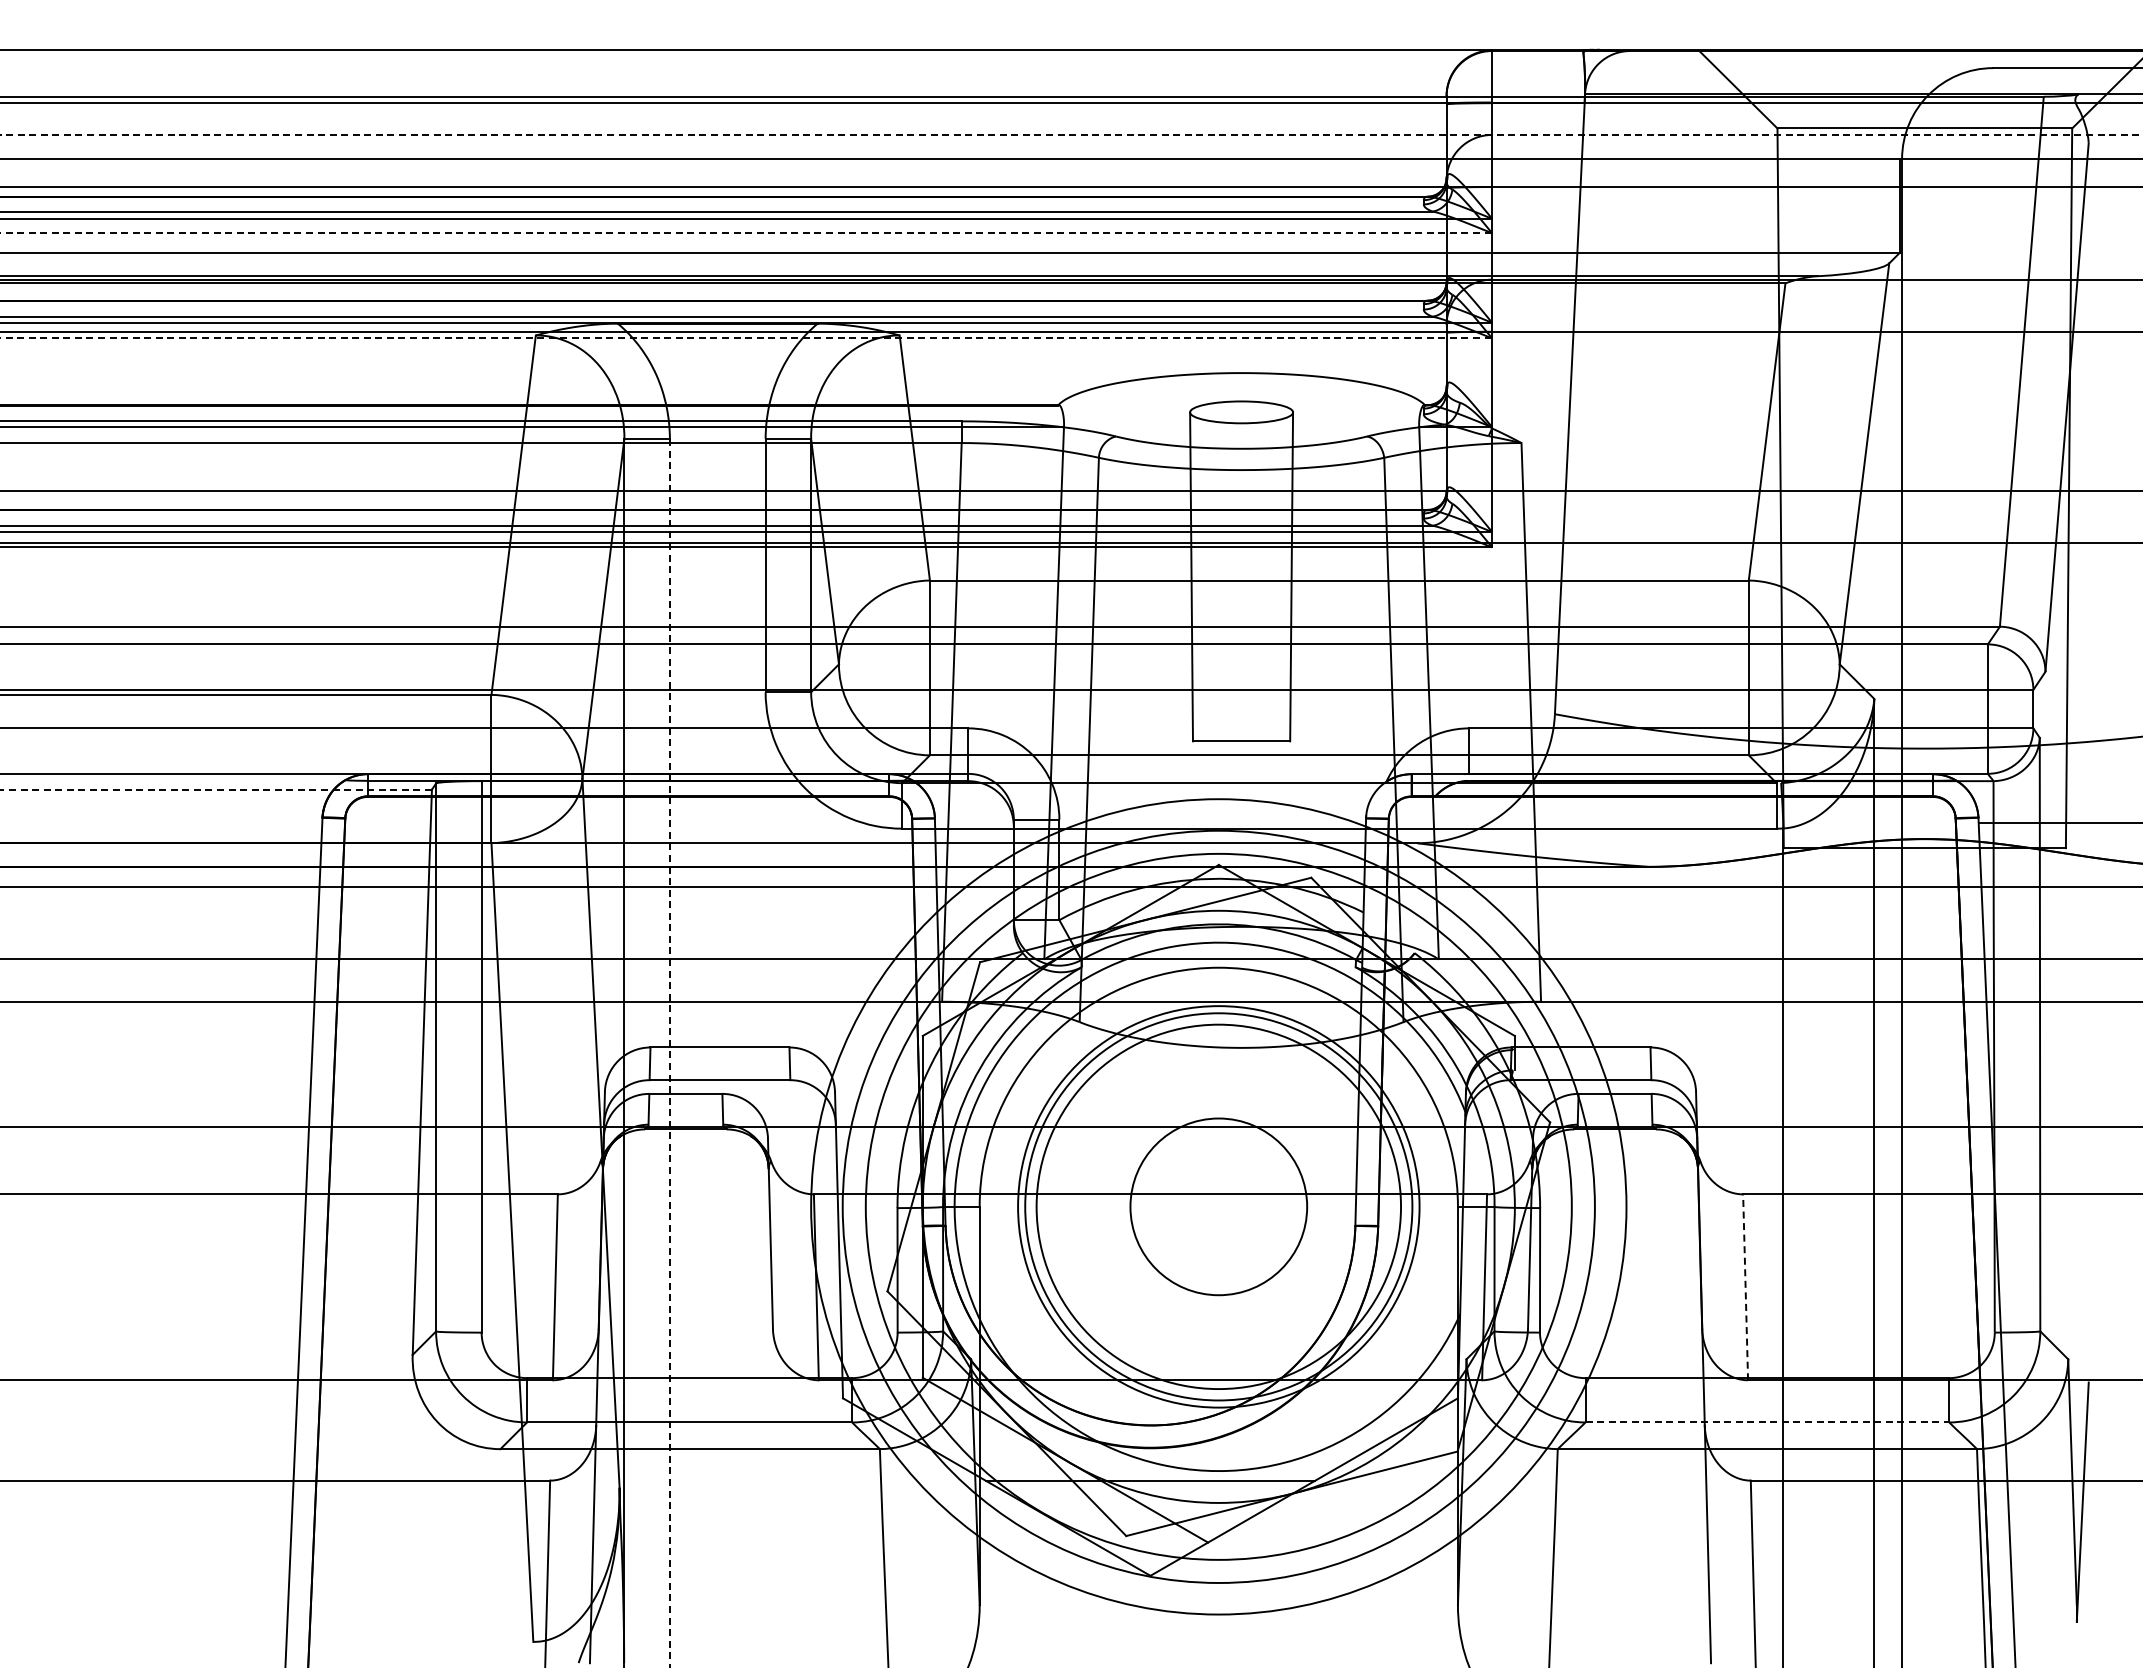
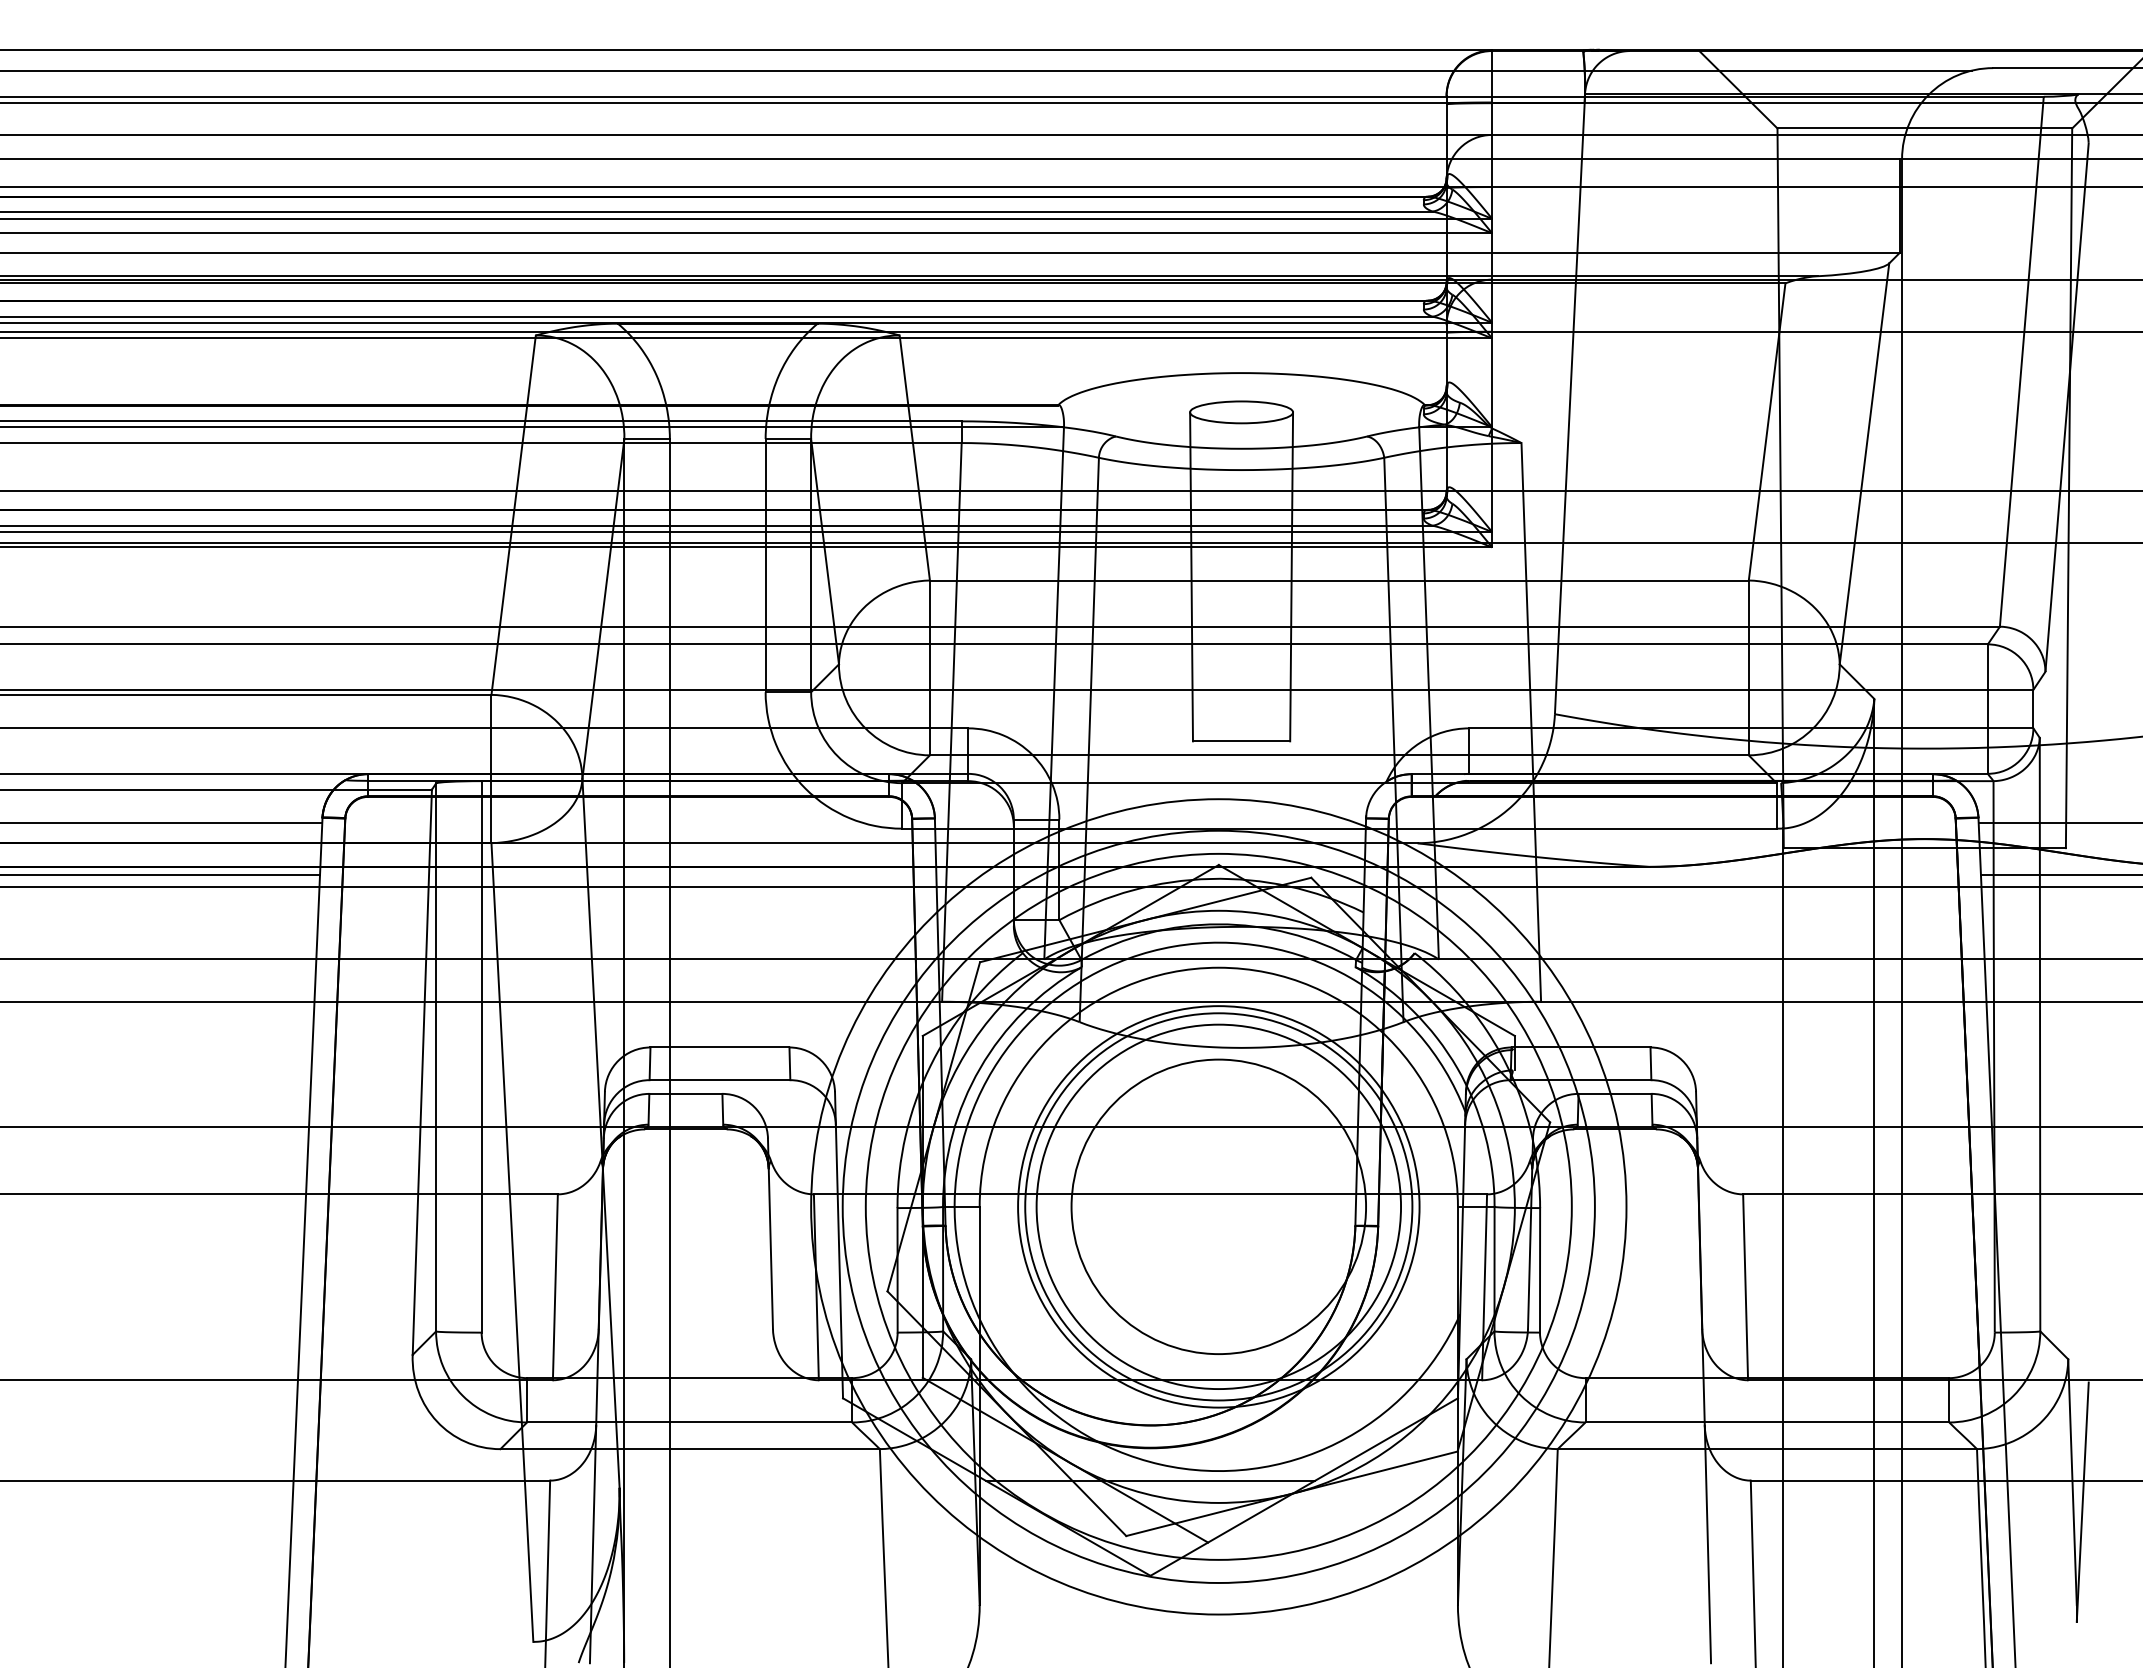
line at (987, 70): none -> present
line at (1071, 134): dashed -> solid
line at (746, 233): dashed -> solid
line at (746, 338): dashed -> solid
line at (216, 789): dashed -> solid
line at (162, 823): none -> present
line at (161, 875): none -> present
line at (2059, 875): none -> present
line at (669, 1053): dashed -> solid
circle at (1218, 1206) diameter: 177 px -> 295 px
line at (1745, 1287): dashed -> solid
line at (1767, 1422): dashed -> solid
